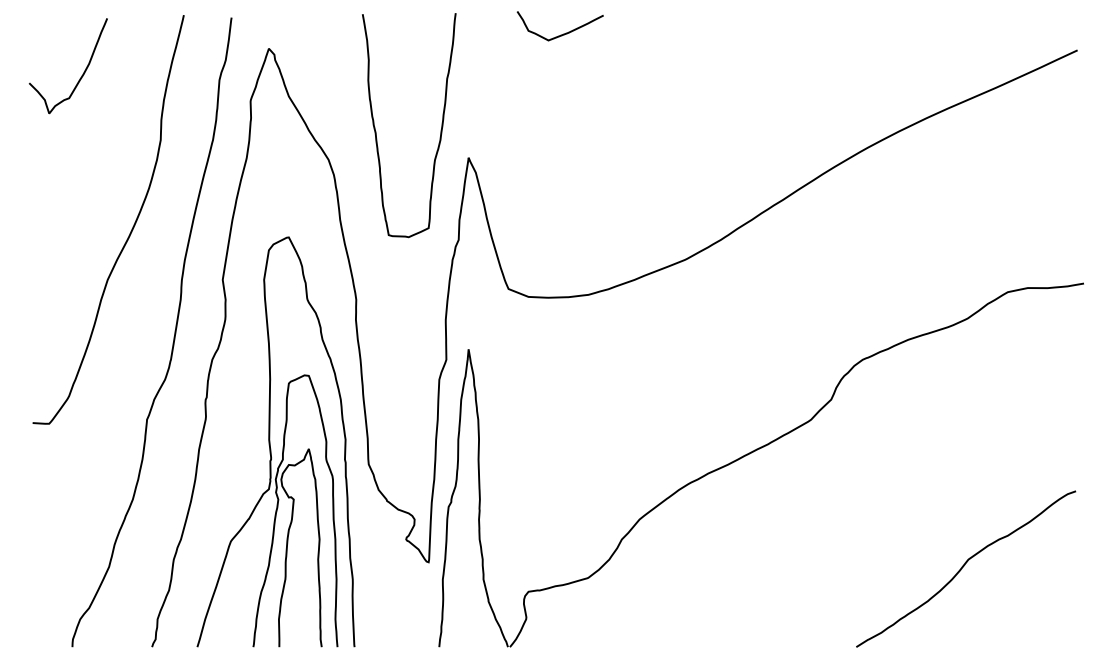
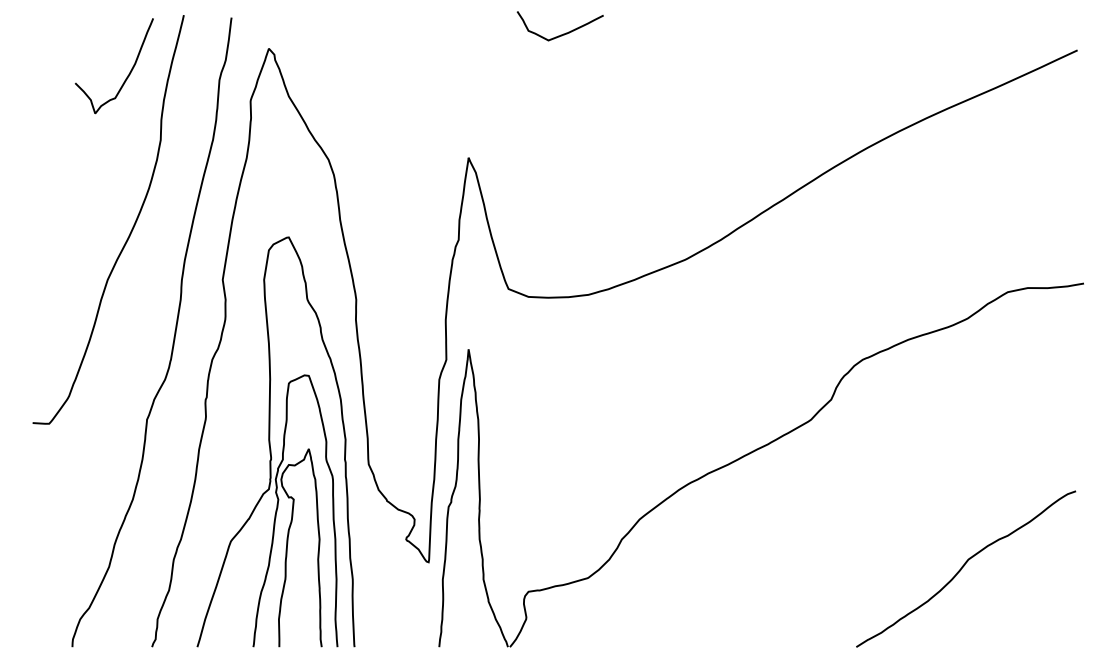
curve at (81, 75) position: (81, 75) -> (127, 75)
curve at (440, 130): present -> none
